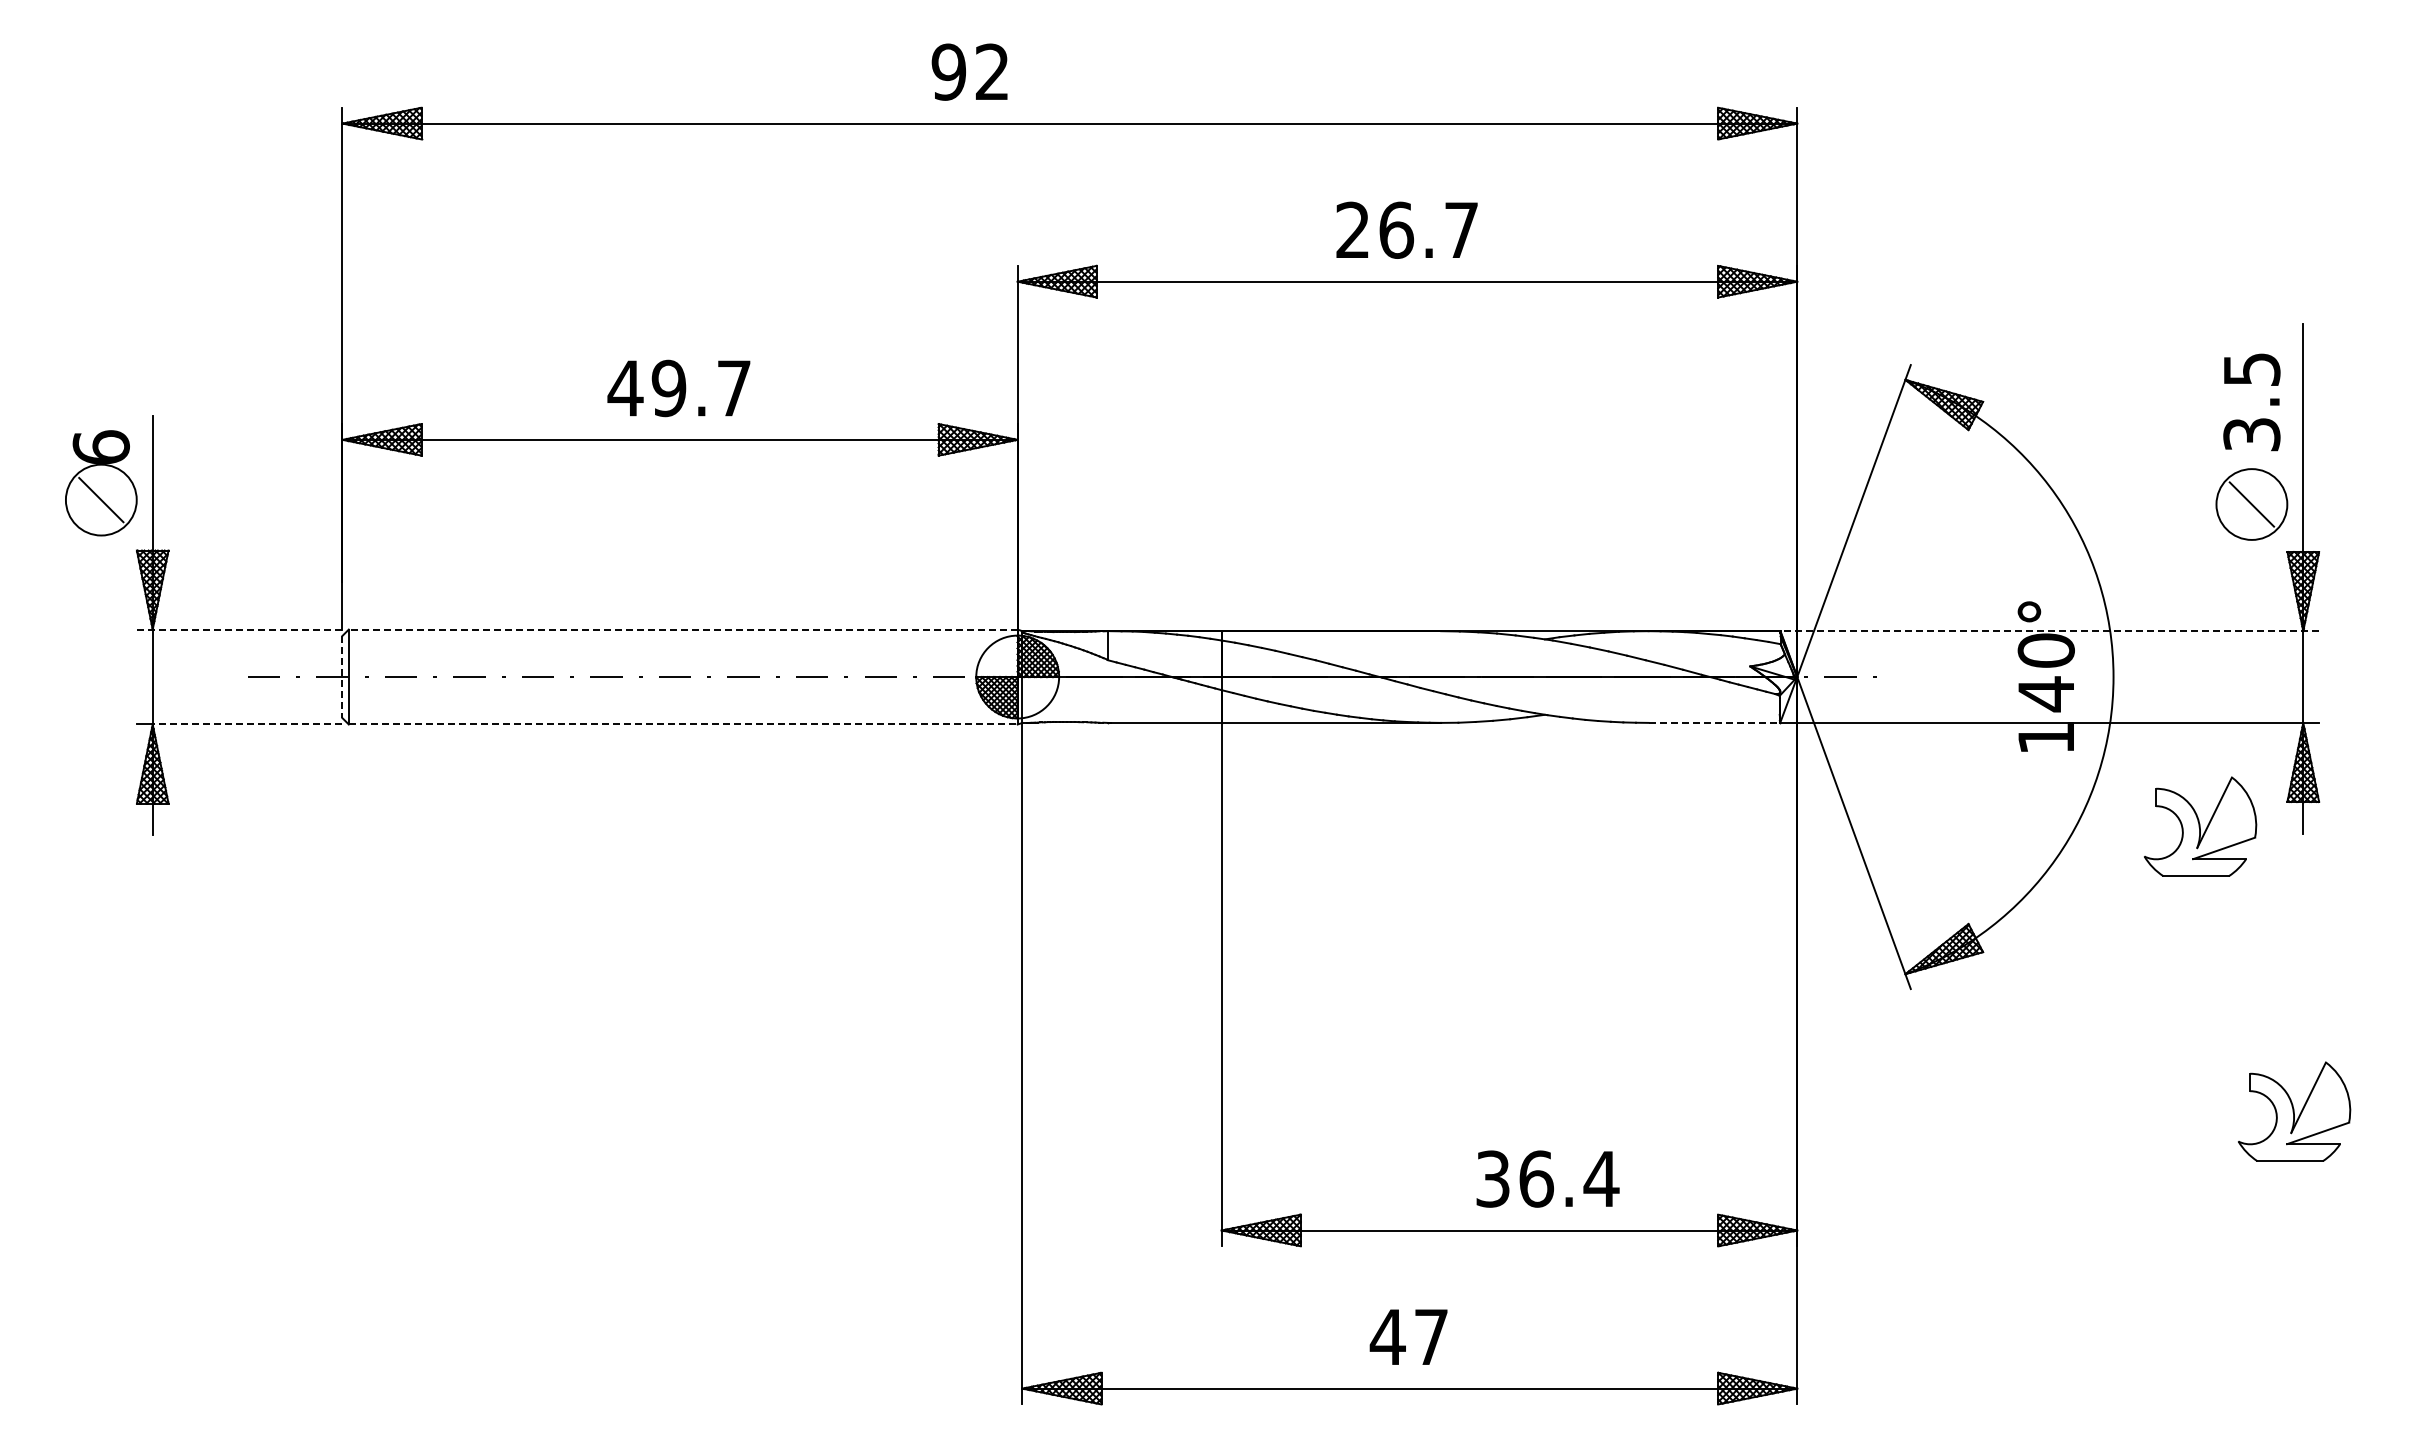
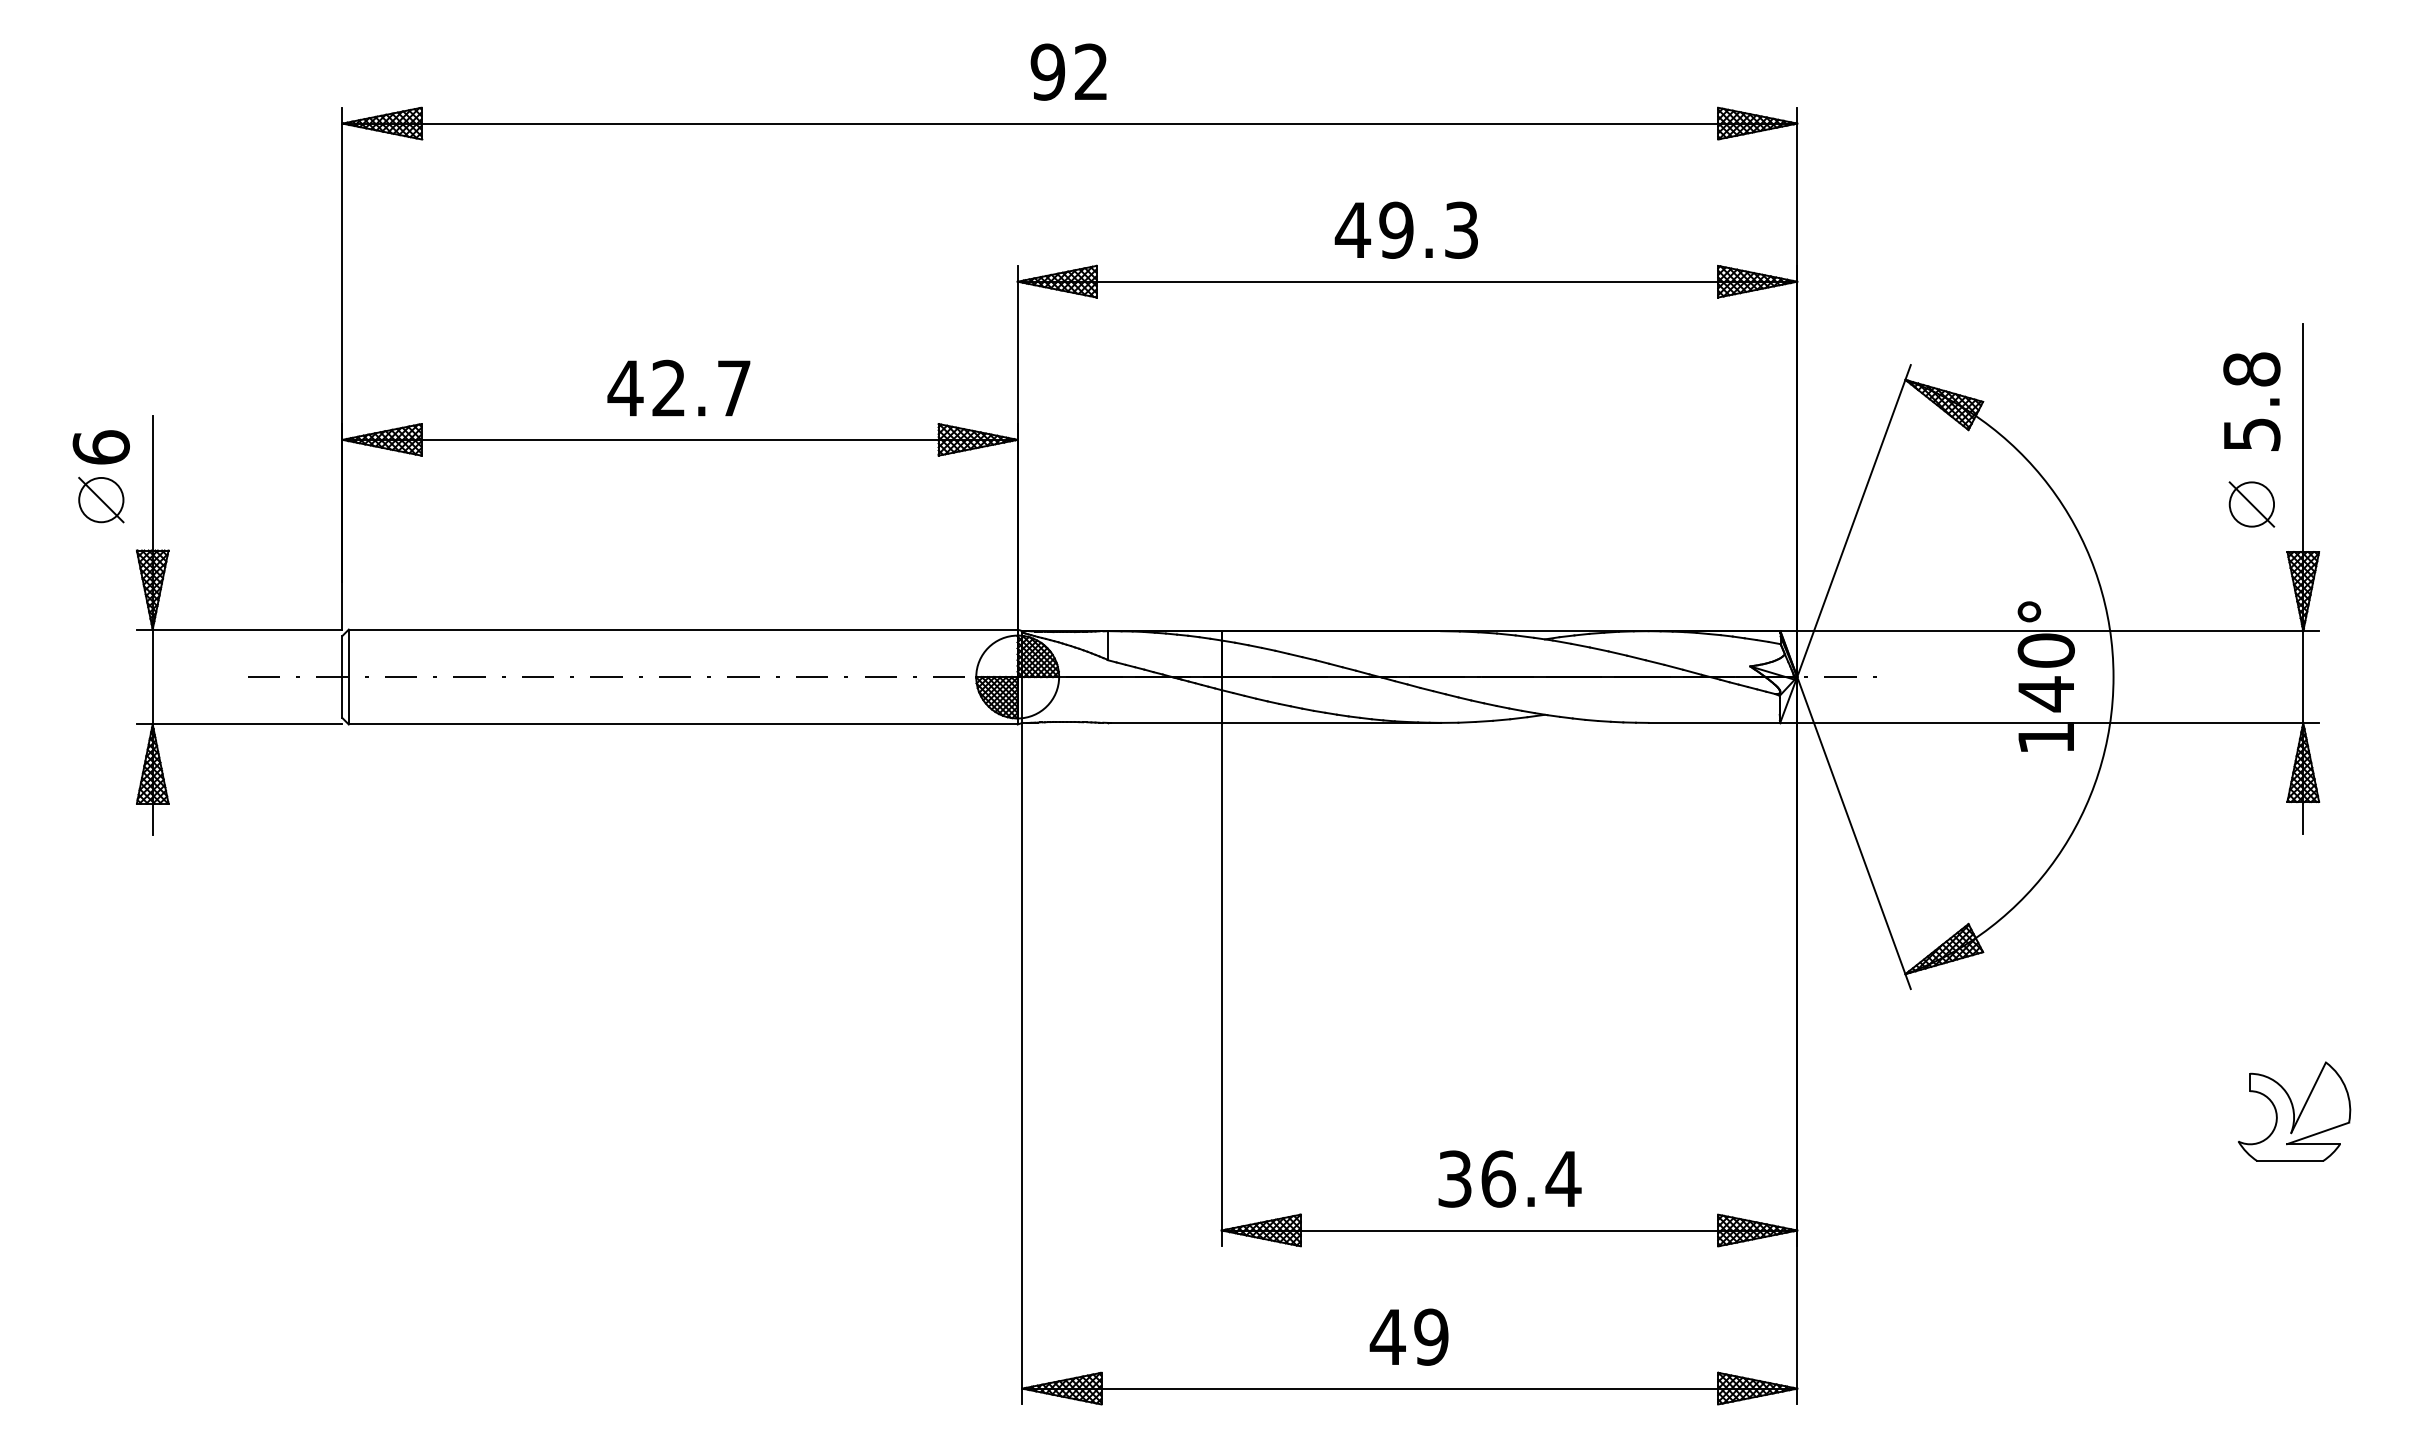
text at (969, 71) position: (969, 71) -> (1068, 71)
text at (1405, 229): 26.7 -> 49.3
text at (668, 388): 49.7 -> 42.7
text at (2251, 401): 3.5 -> 5.8
circle at (100, 499) diameter: 71 px -> 44 px
circle at (2251, 504) diameter: 71 px -> 44 px
line at (239, 629): dashed -> solid
line at (682, 629): dashed -> solid
line at (2049, 631): dashed -> solid
line at (342, 677): dashed -> solid
line at (1714, 722): dashed -> solid
line at (247, 724): dashed -> solid
line at (683, 724): dashed -> solid
part at (2200, 826): present -> none
text at (1547, 1178) position: (1547, 1178) -> (1509, 1178)
text at (1431, 1336): 47 -> 49
